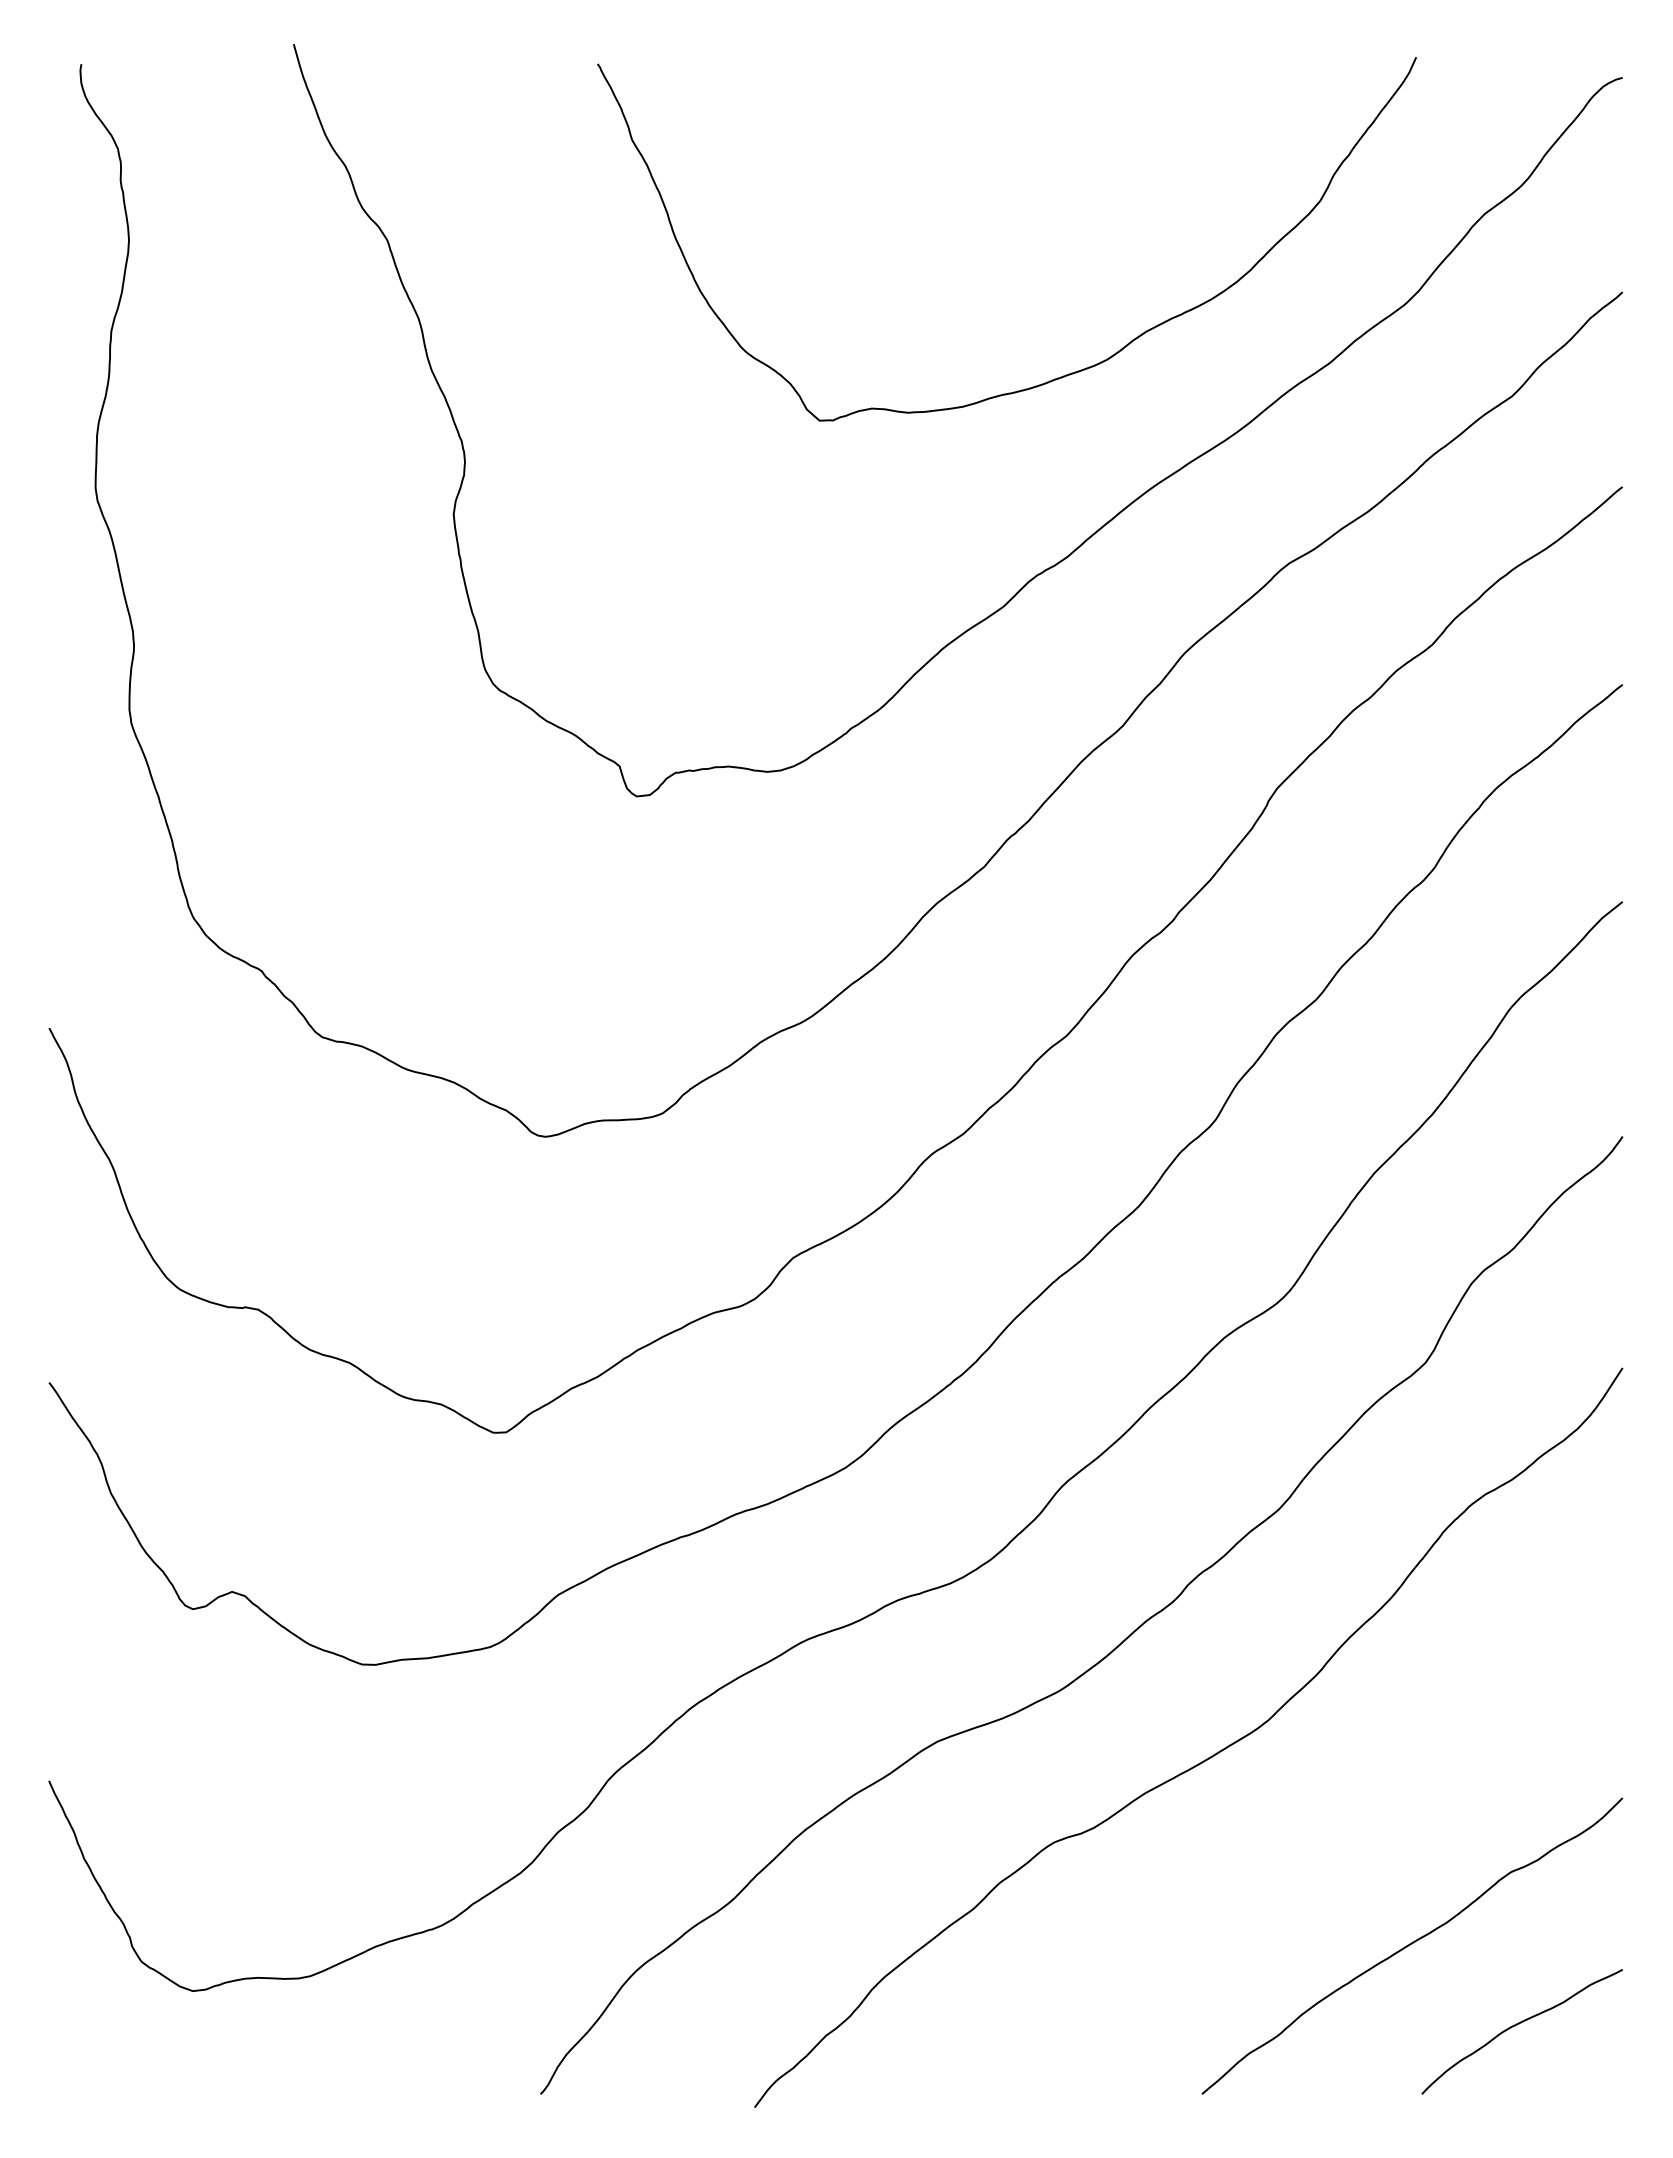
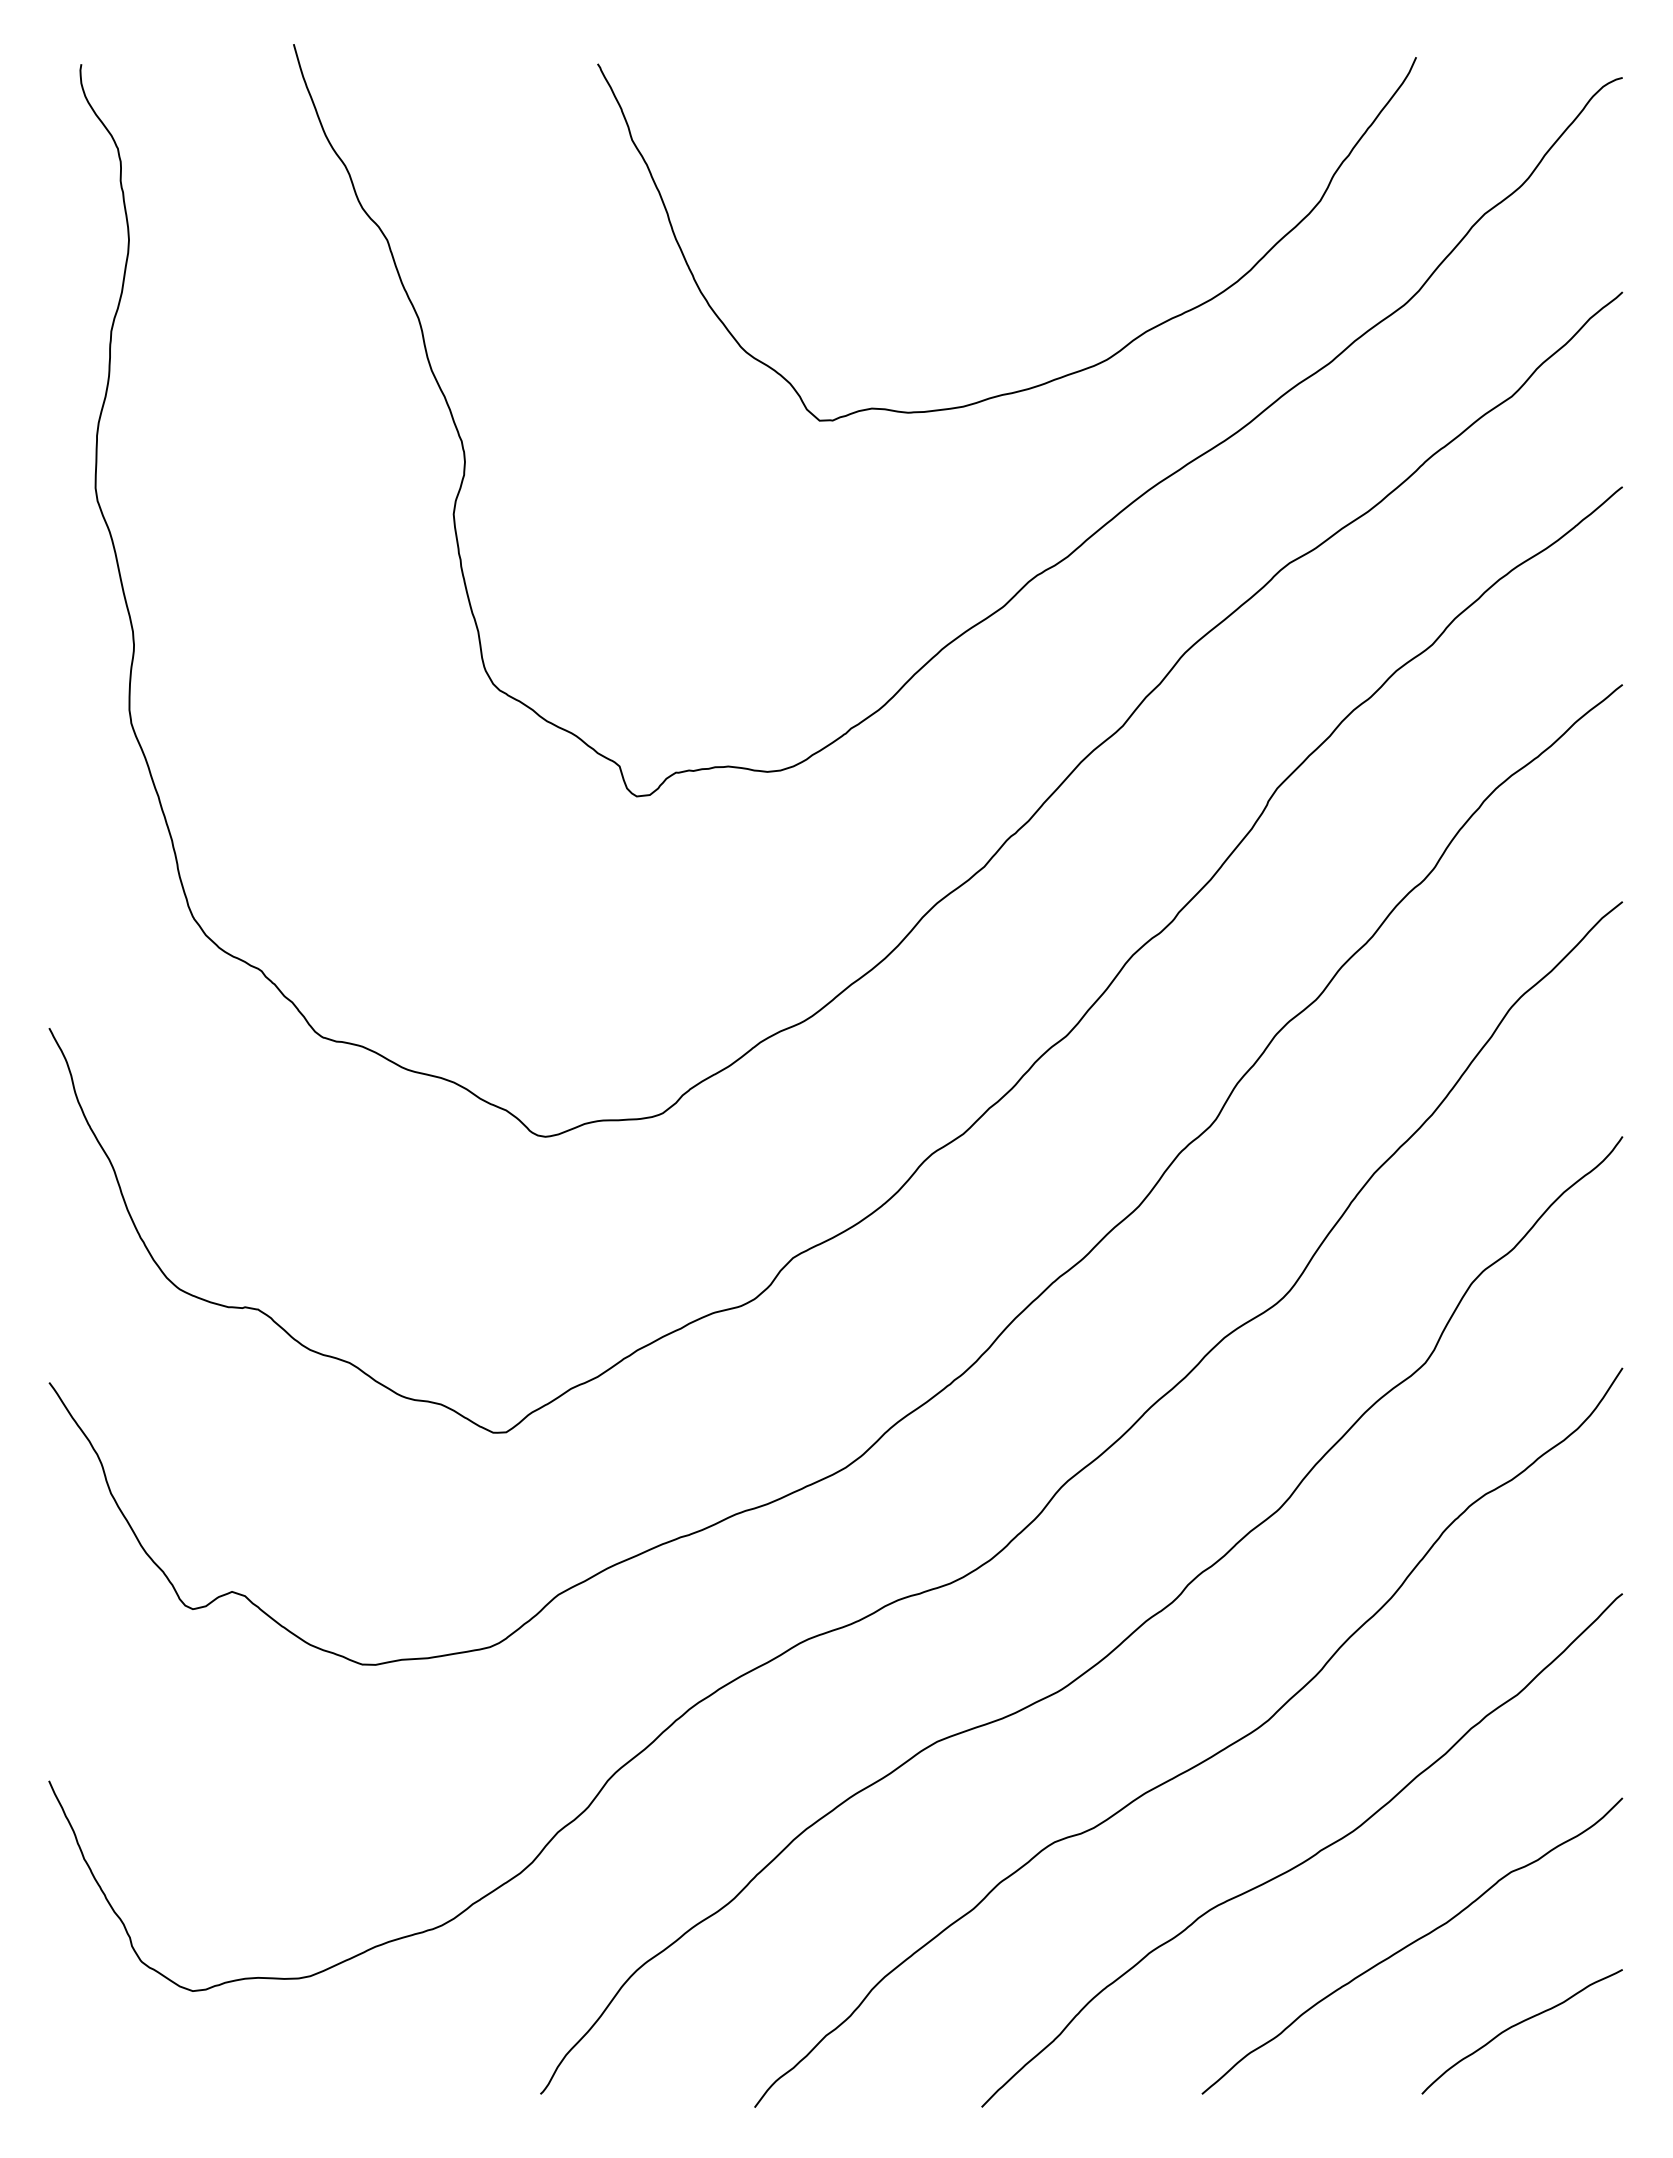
curve at (1307, 1858): none -> present
